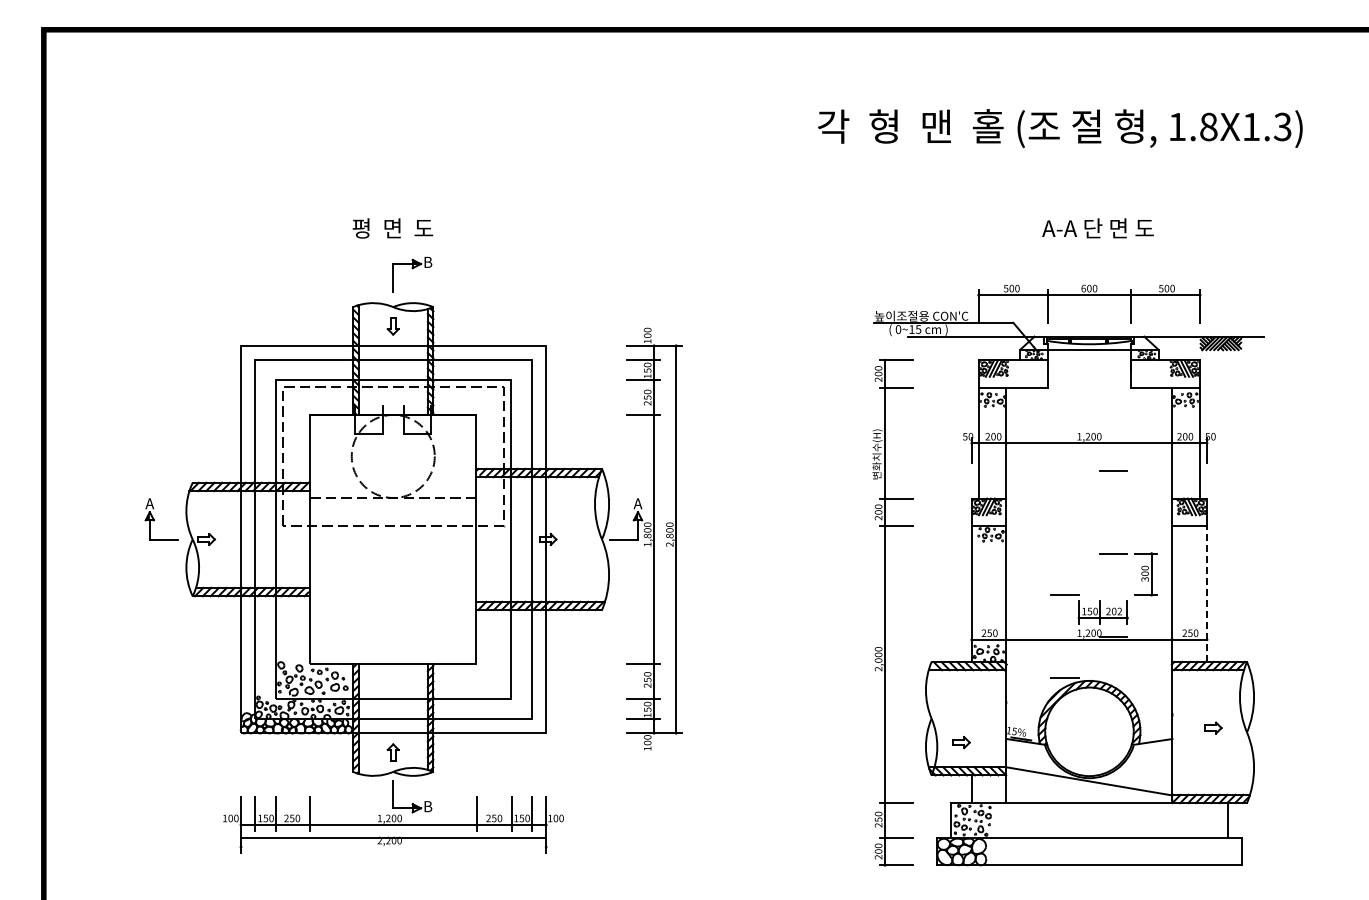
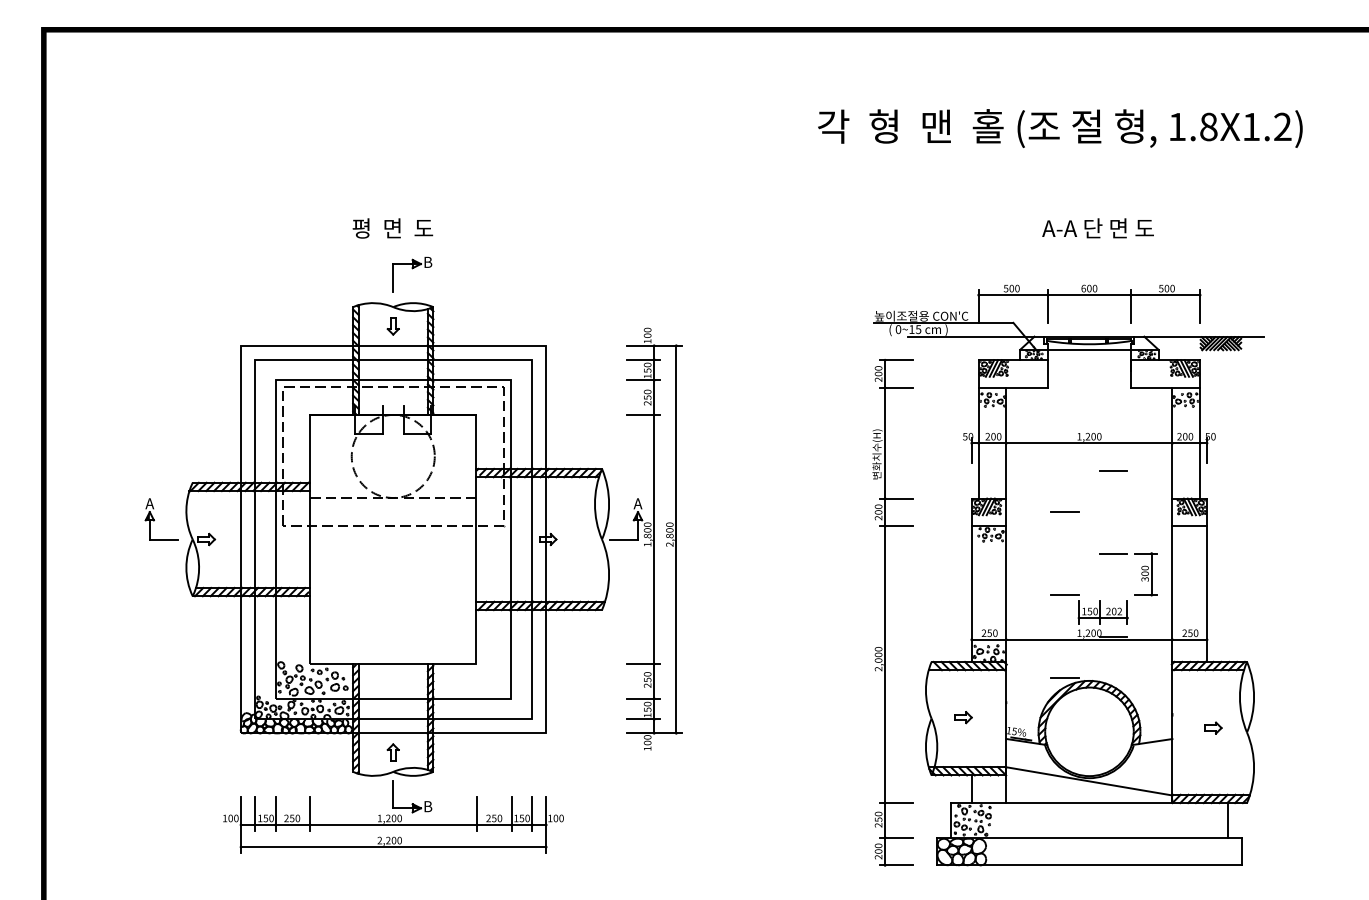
text at (1282, 127): 1.8X1.3) -> 1.8X1.2)
line at (1065, 512): none -> present
line at (1207, 594): dashed -> solid
part at (961, 742) position: (961, 742) -> (963, 717)
line at (393, 838) position: (393, 838) -> (393, 847)
